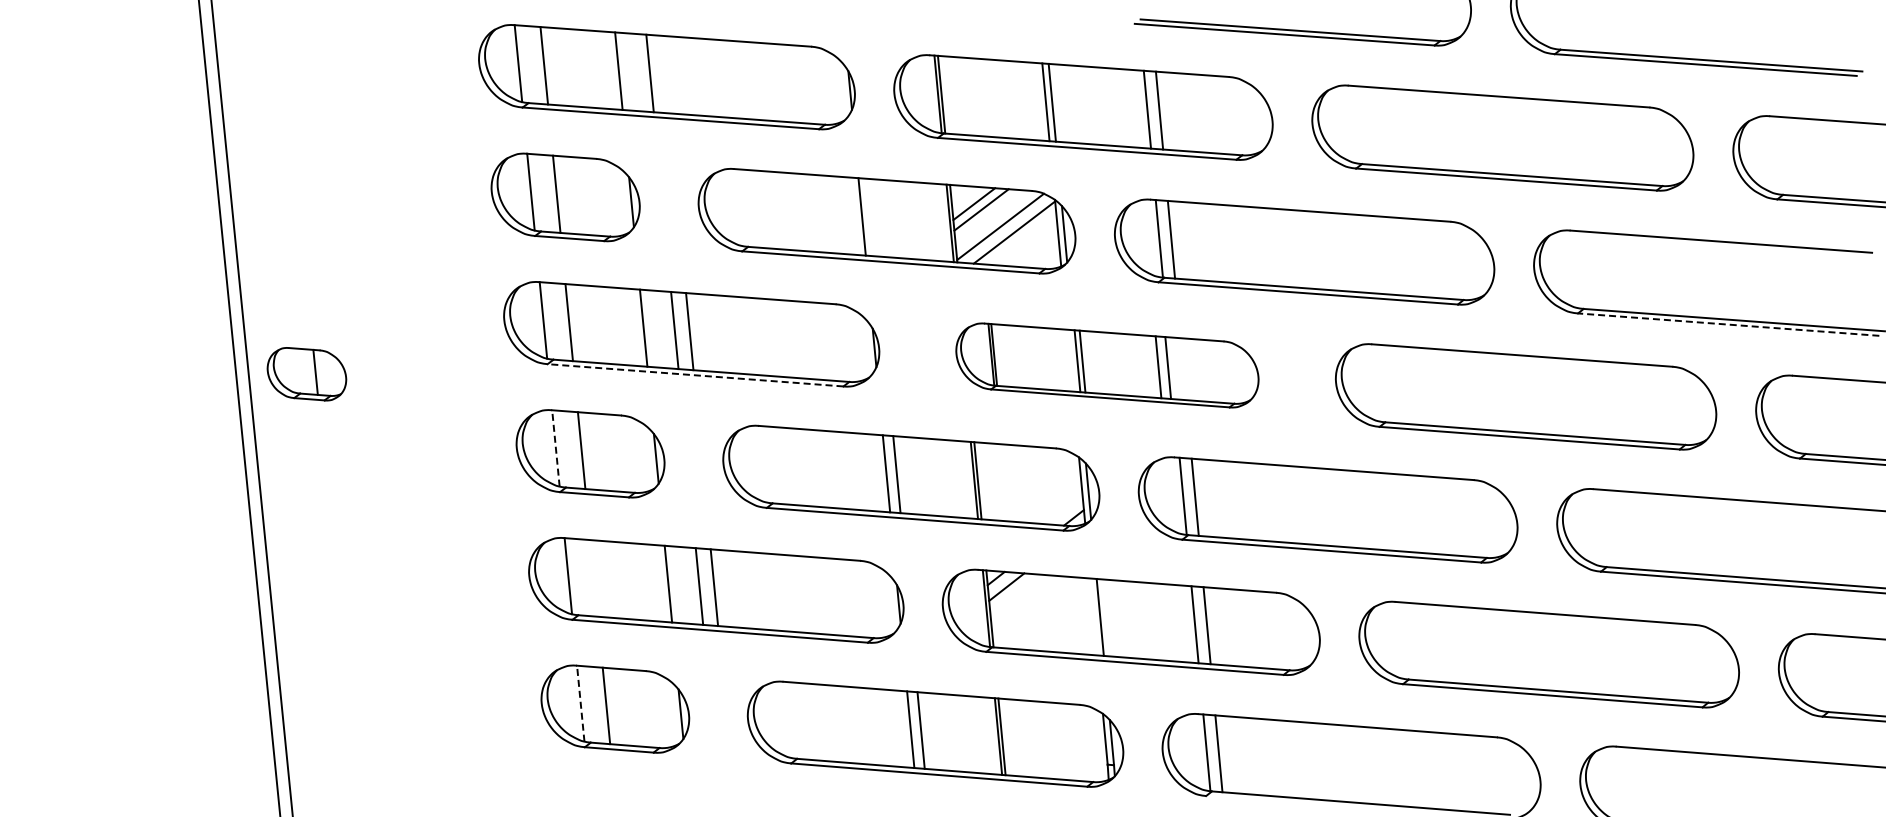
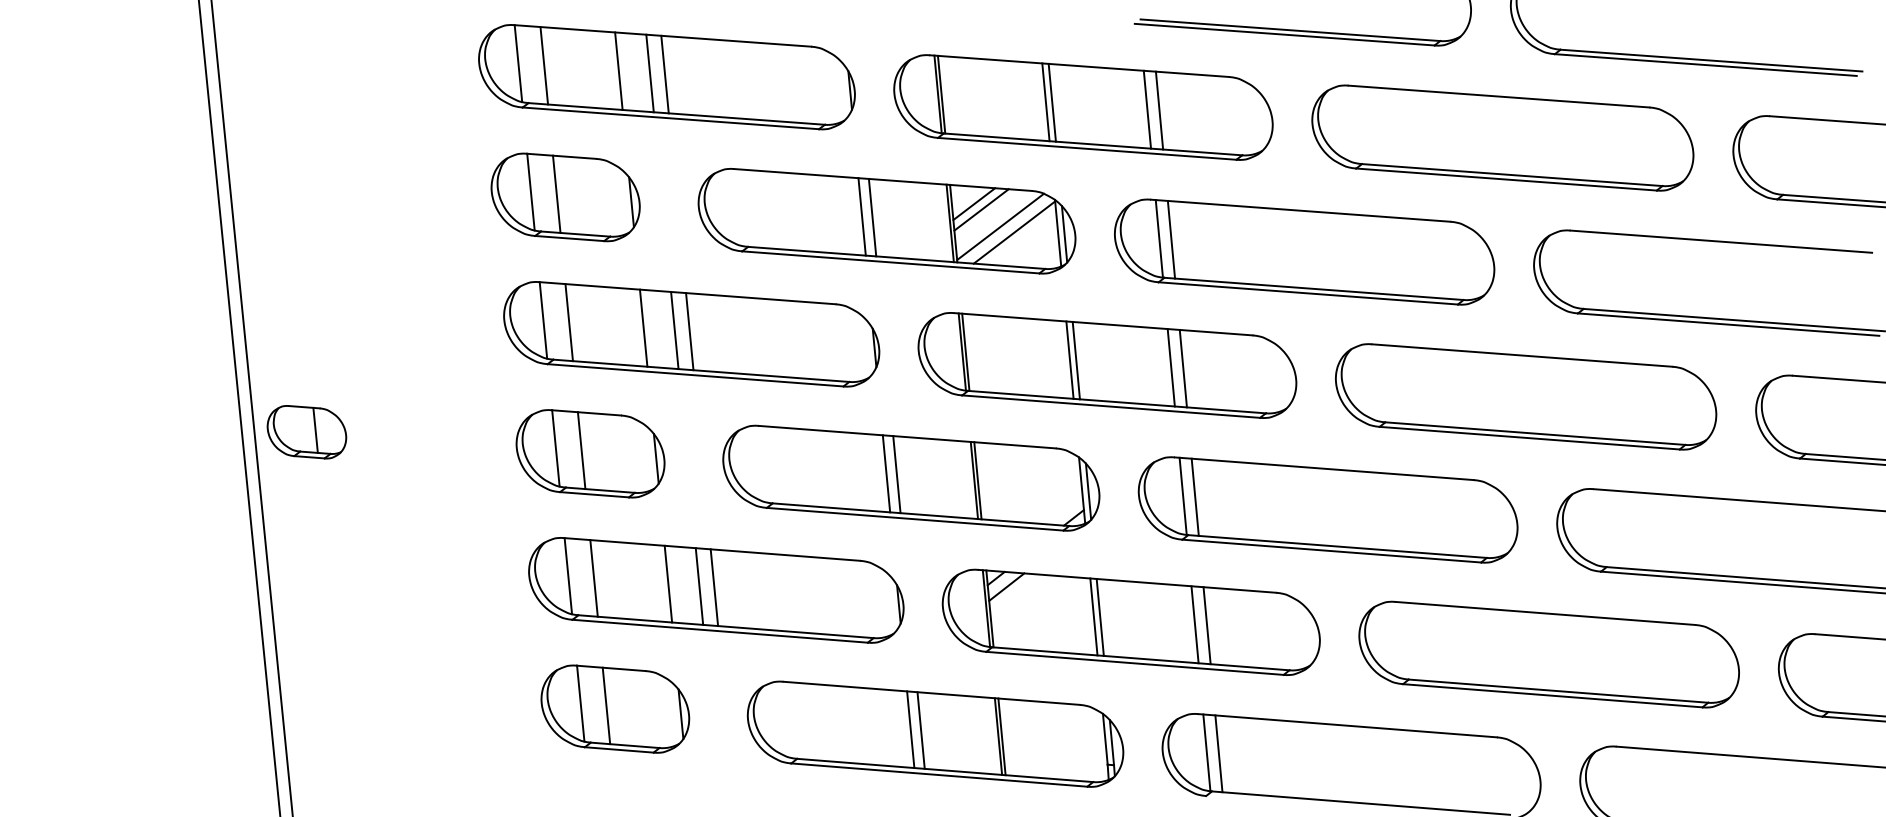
line at (664, 74): none -> present
line at (872, 217): none -> present
line at (1728, 324): dashed -> solid
part at (1107, 365) size: 305x87 px -> 381x107 px
part at (306, 374) position: (306, 374) -> (306, 432)
line at (695, 375): dashed -> solid
line at (555, 447): dashed -> solid
line at (593, 578): none -> present
line at (1093, 616): none -> present
line at (580, 703): dashed -> solid
